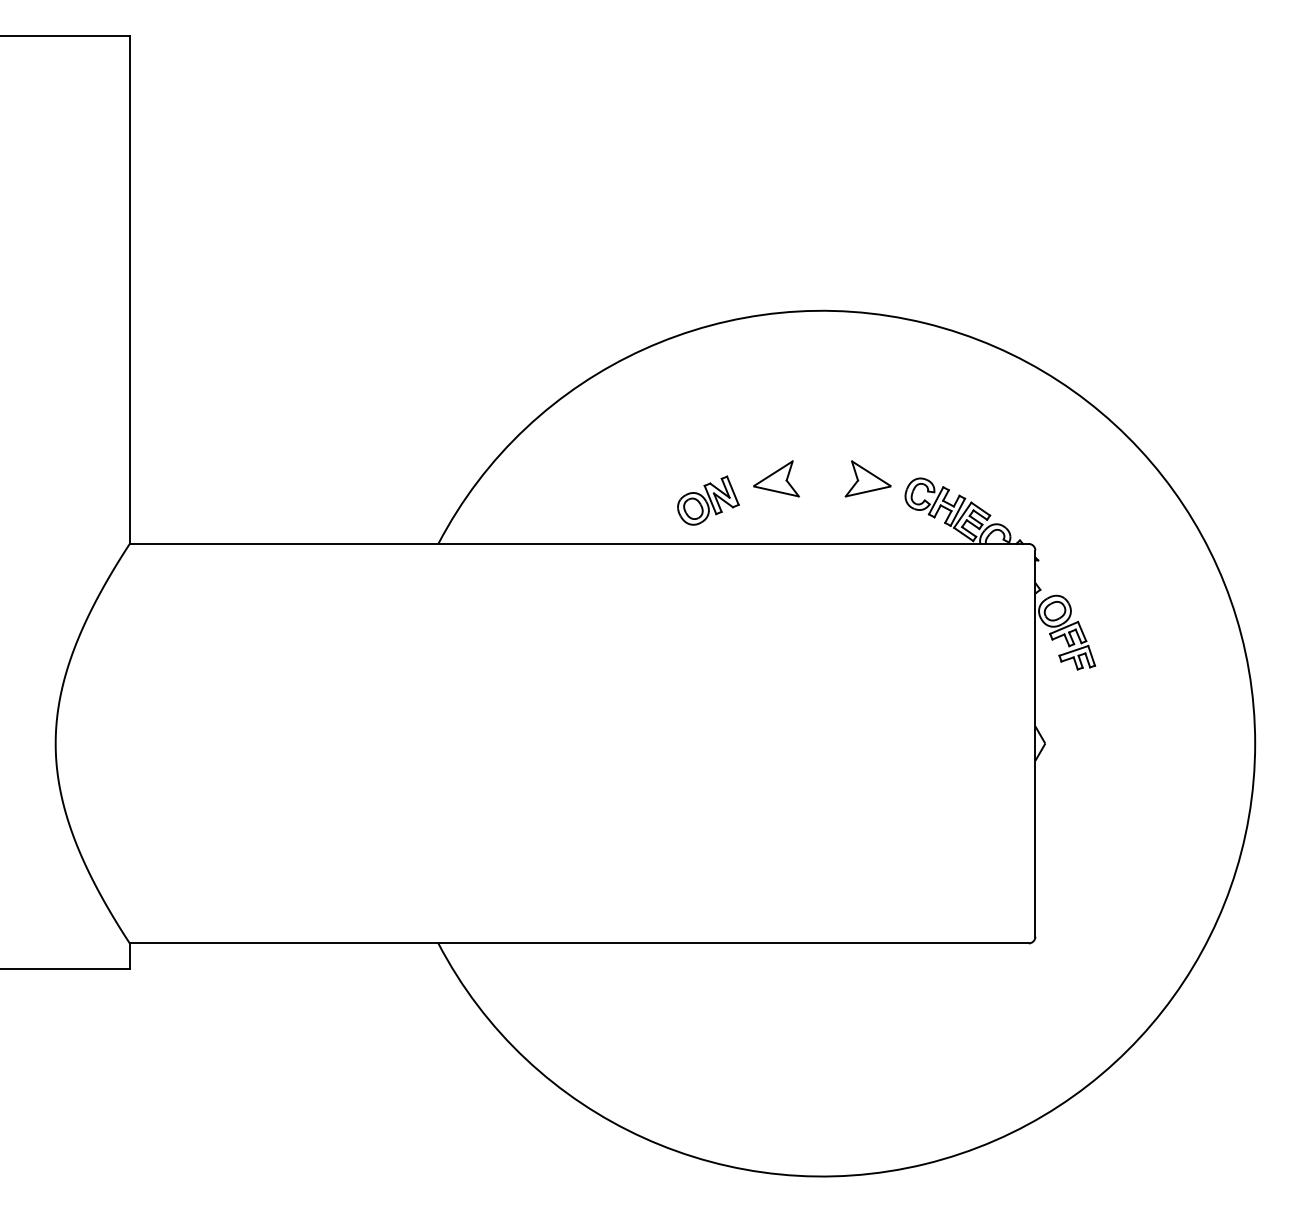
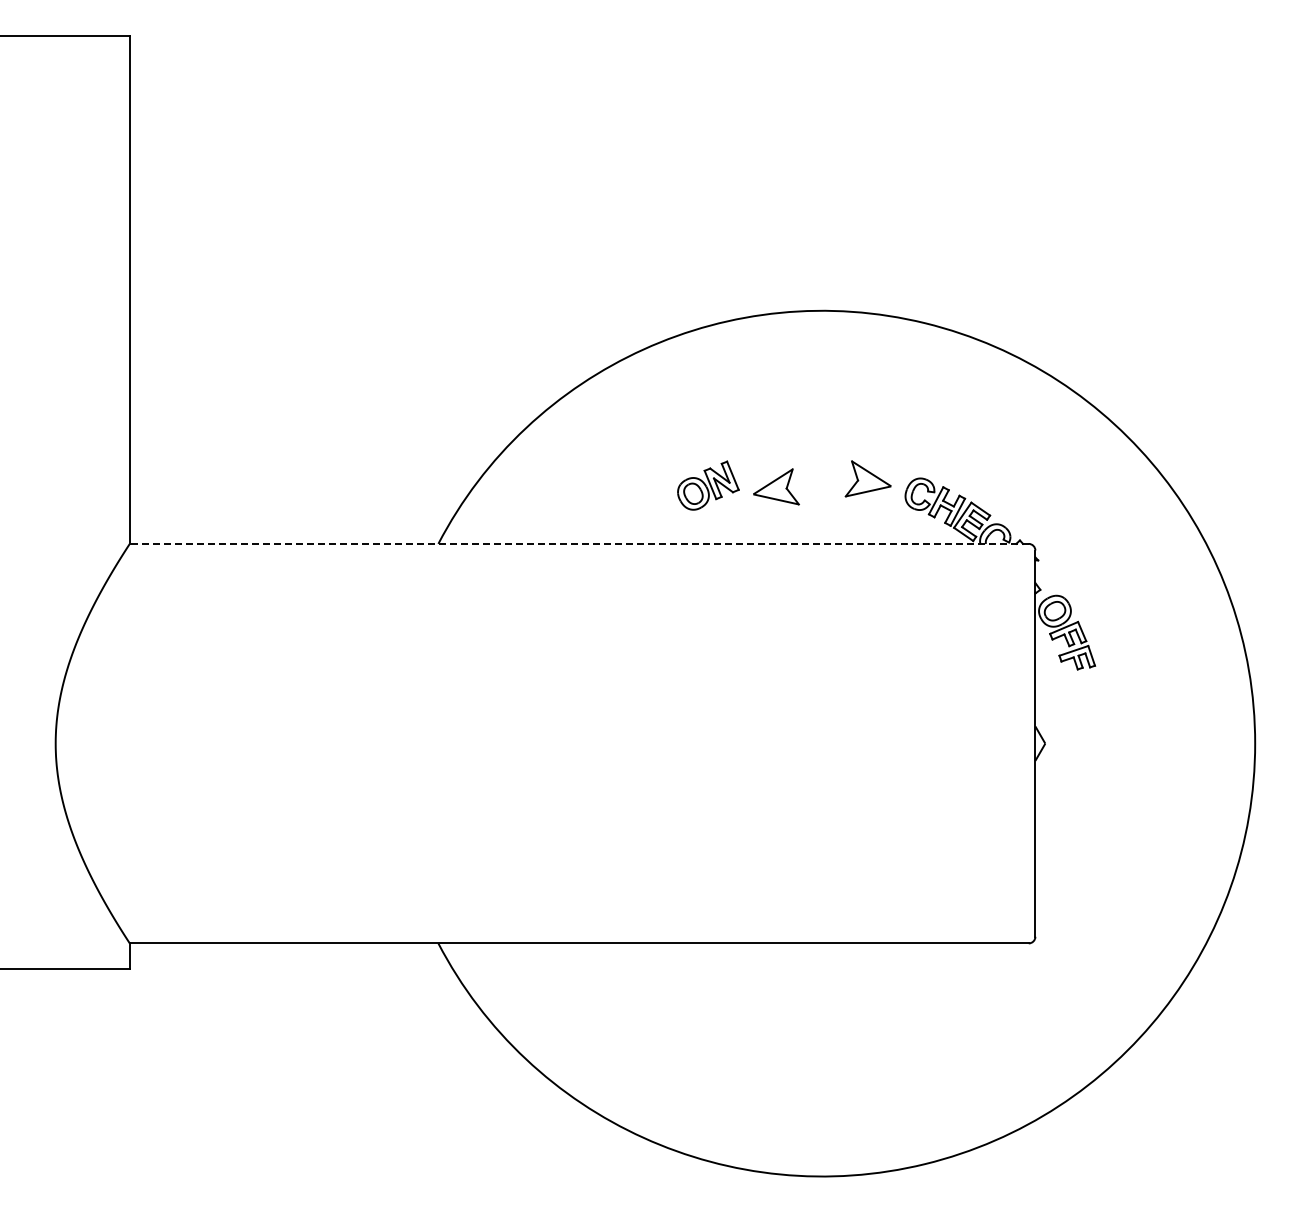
part at (776, 478) position: (776, 478) -> (776, 486)
part at (708, 500) position: (708, 500) -> (708, 485)
line at (578, 543): solid -> dashed
